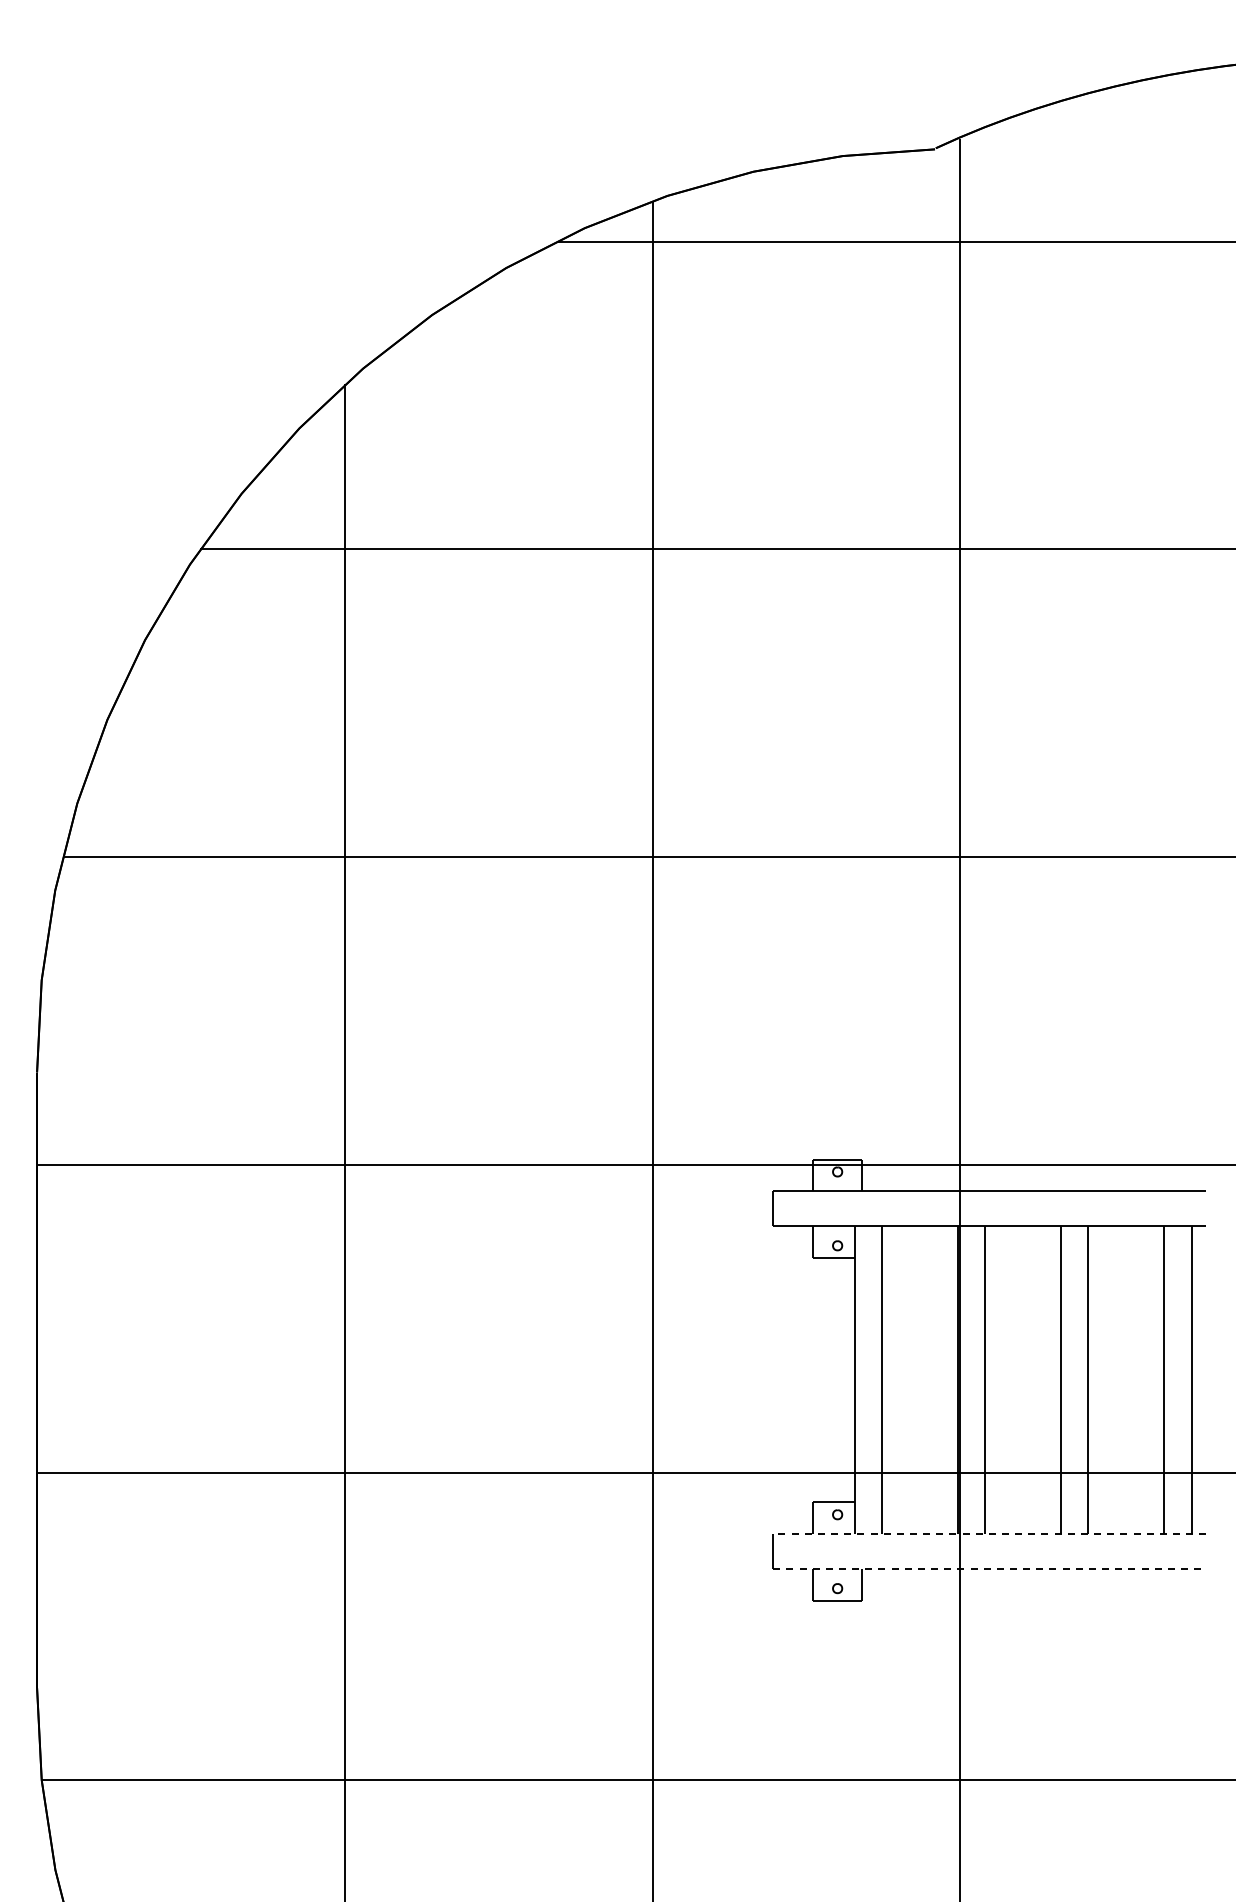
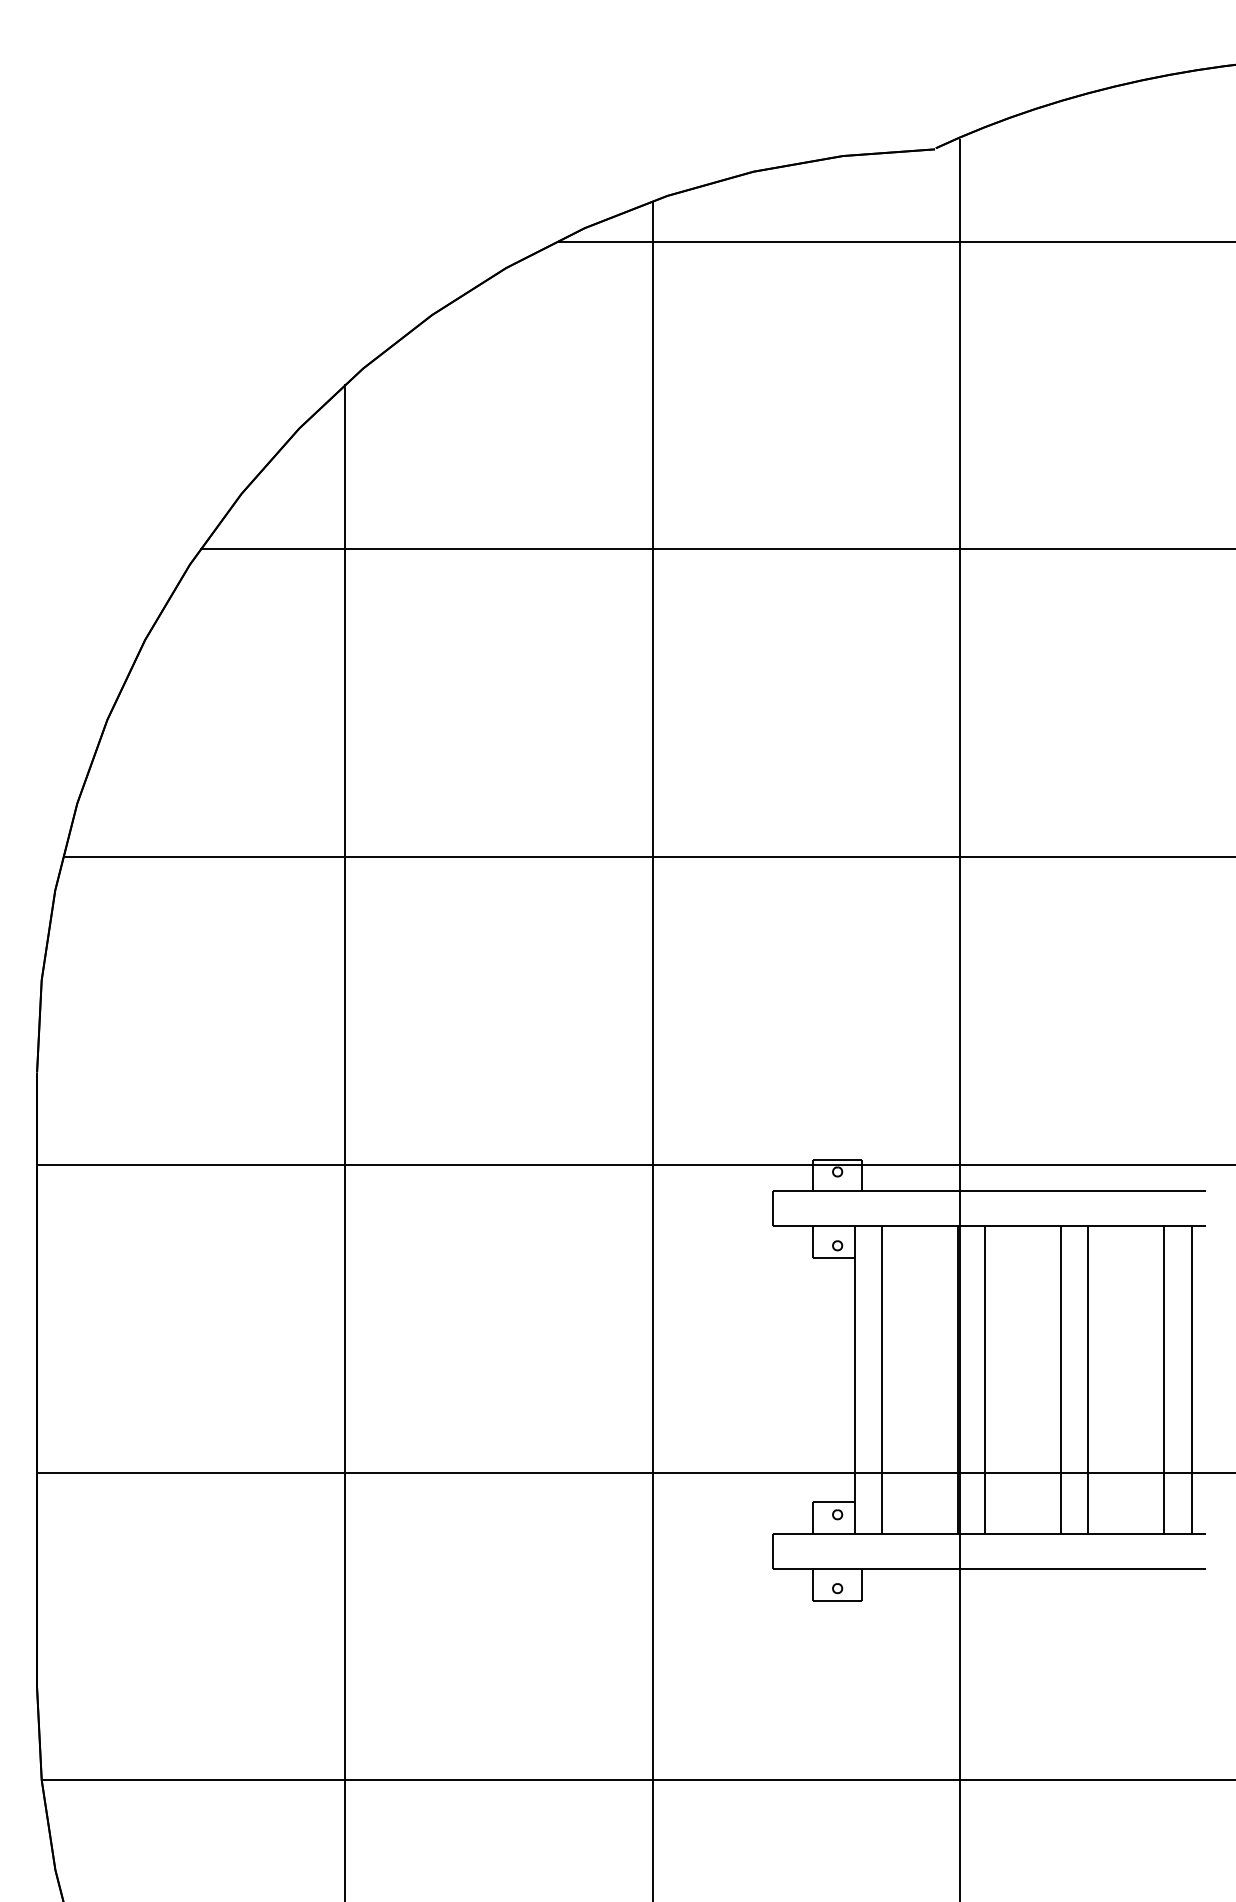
line at (989, 1534): dashed -> solid
line at (989, 1569): dashed -> solid
